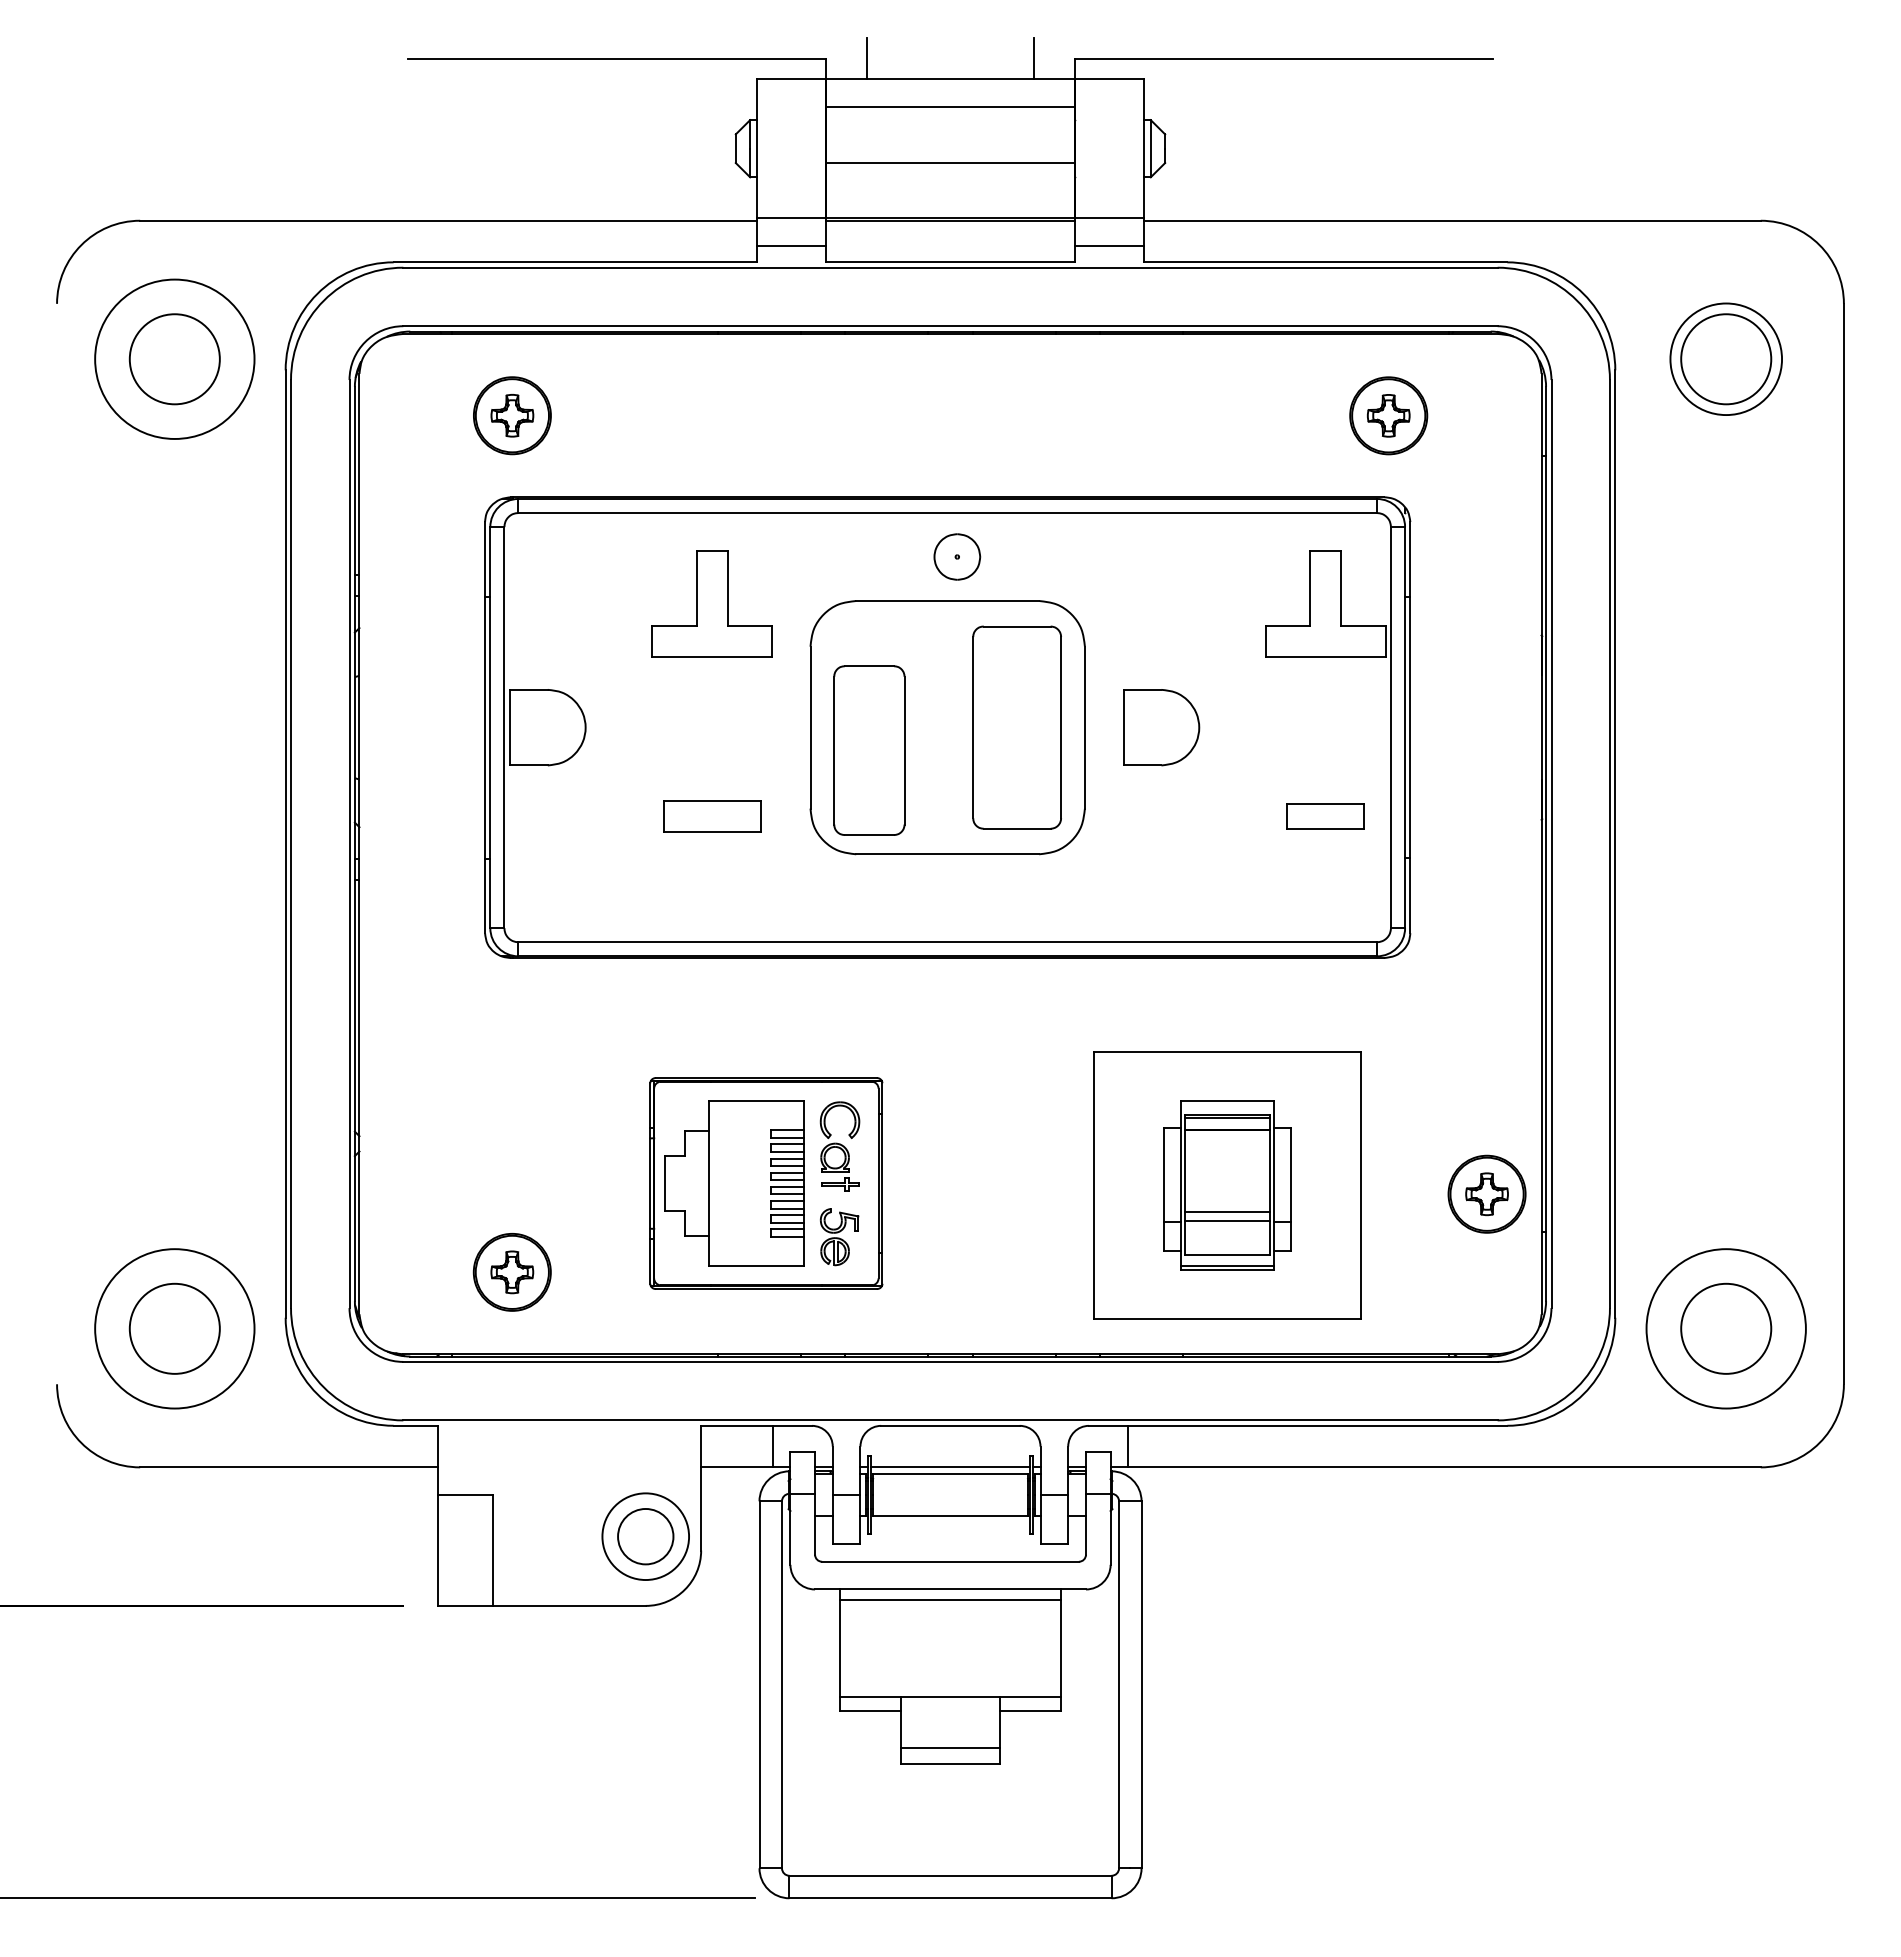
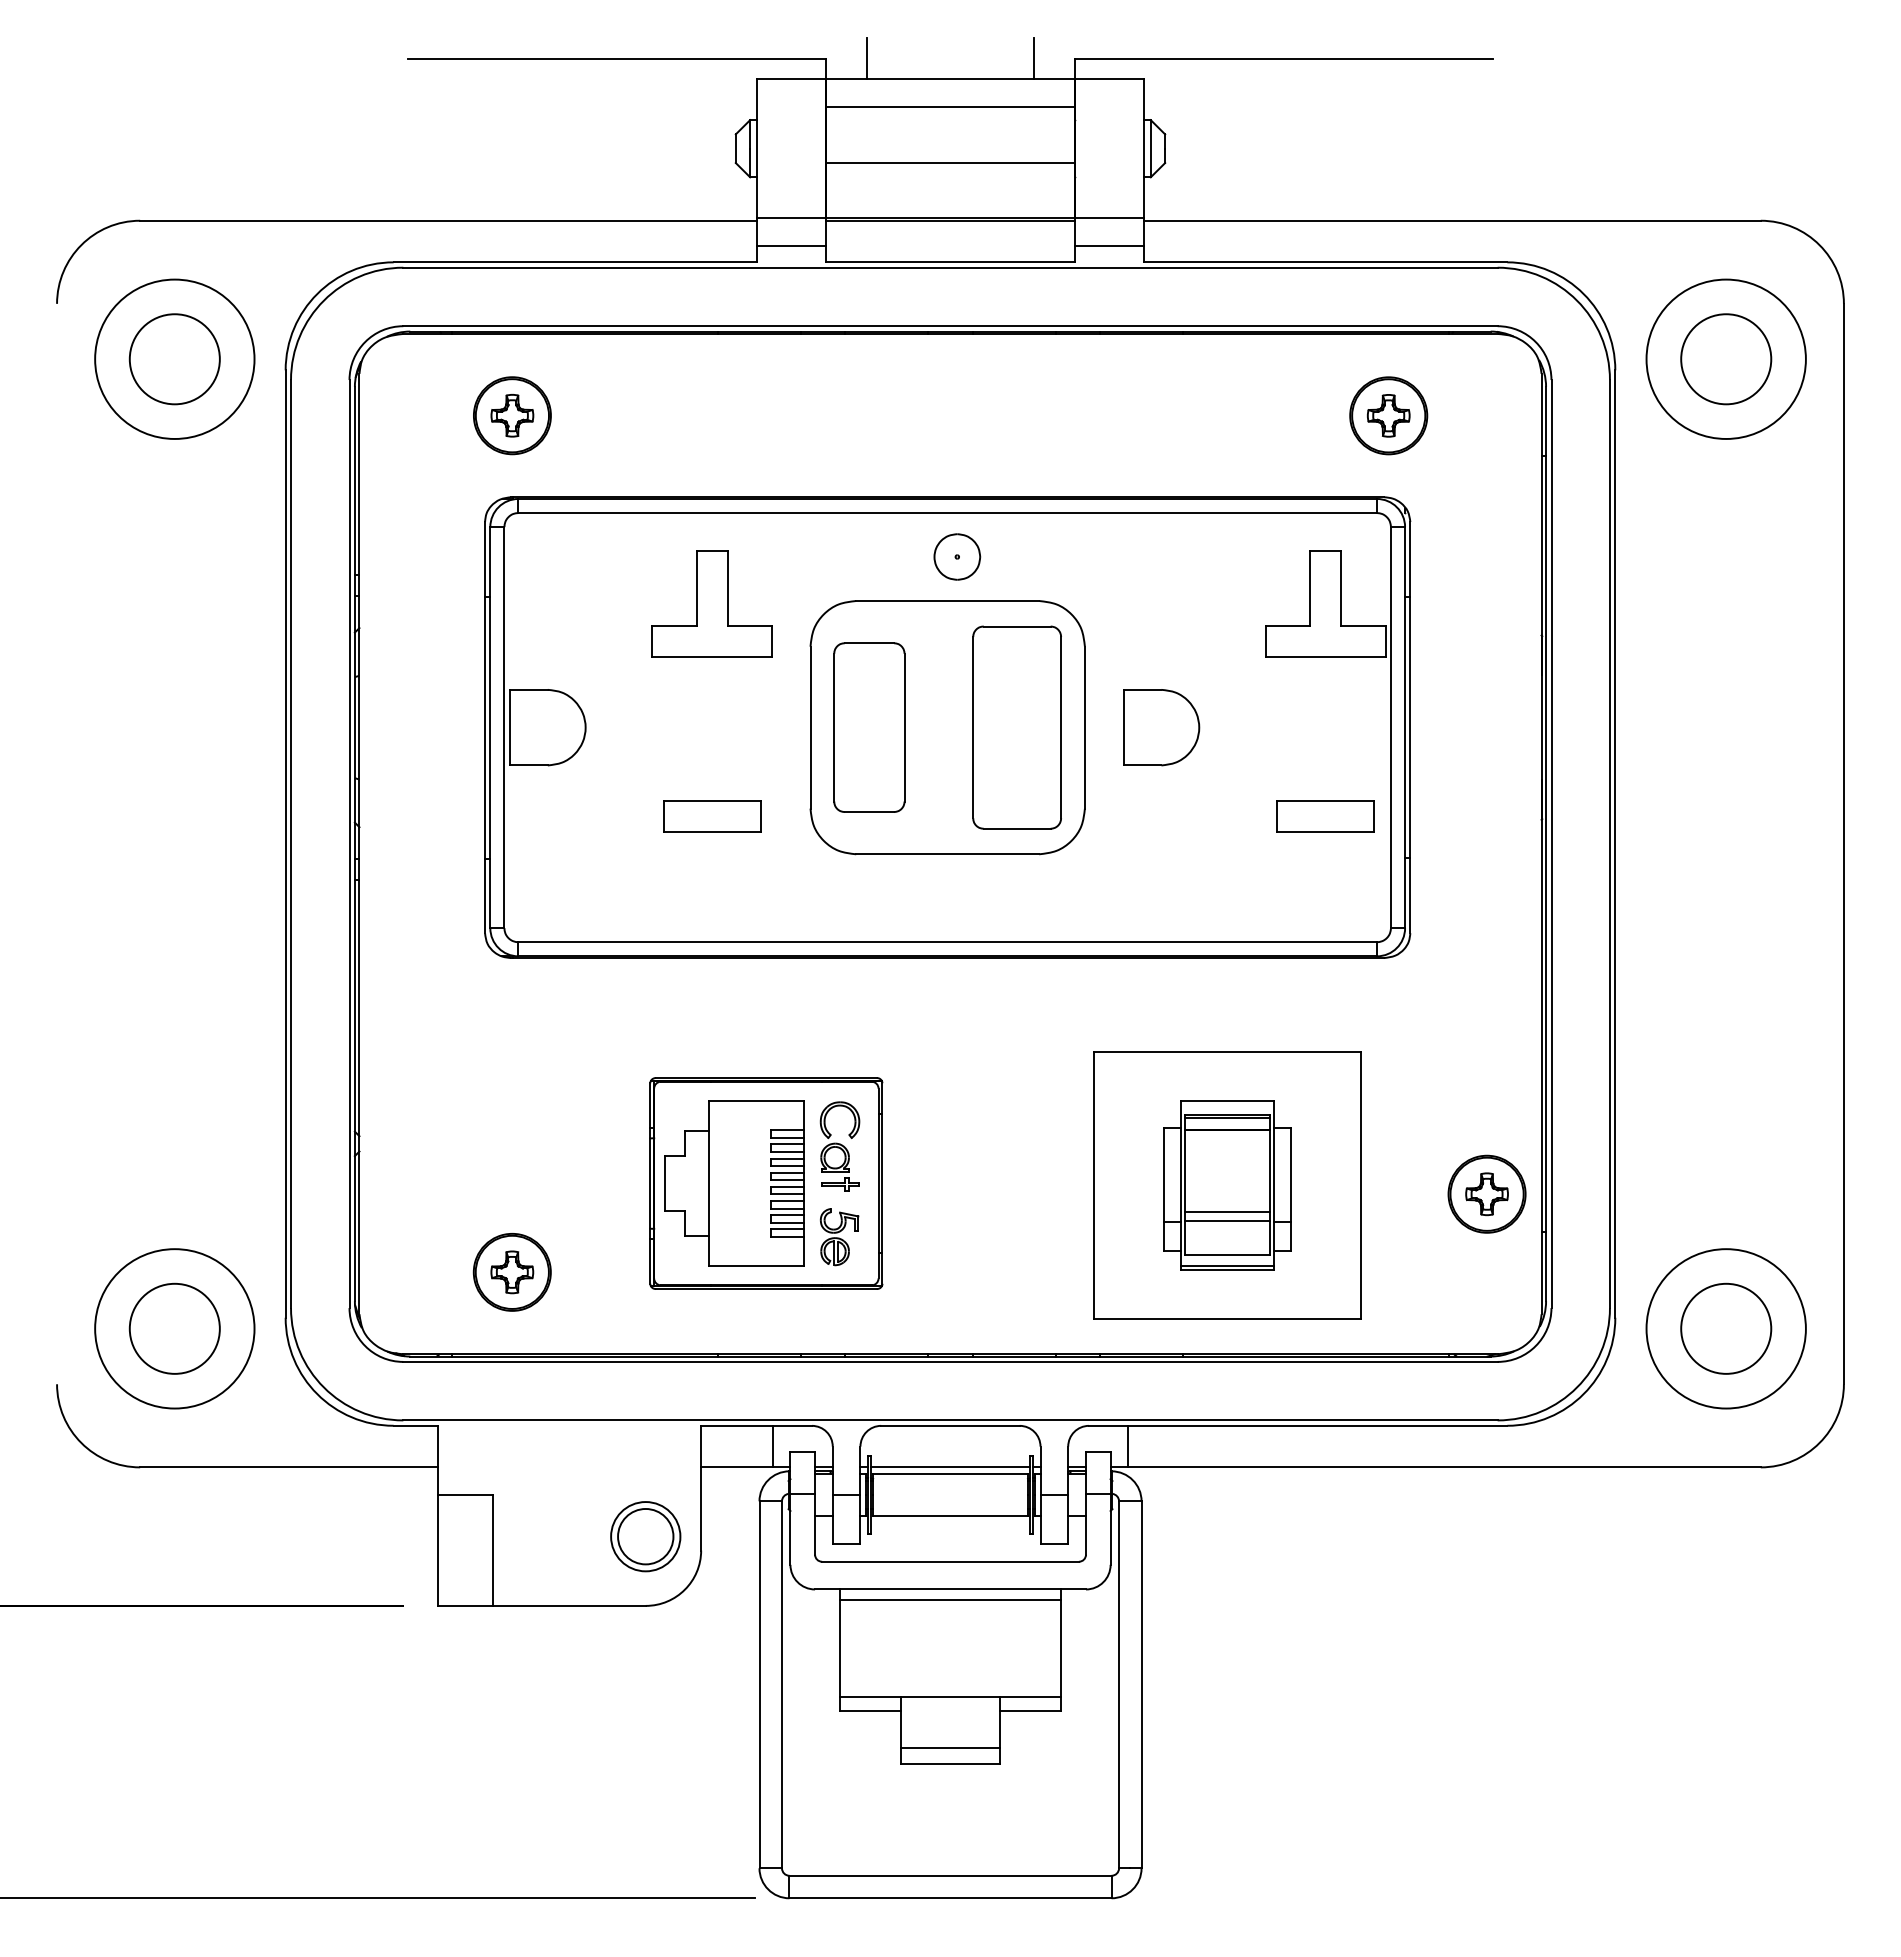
circle at (1726, 359) diameter: 112 px -> 159 px
part at (869, 750) position: (869, 750) -> (869, 727)
part at (1325, 816) size: 79x27 px -> 99x33 px
circle at (645, 1536) diameter: 87 px -> 69 px
